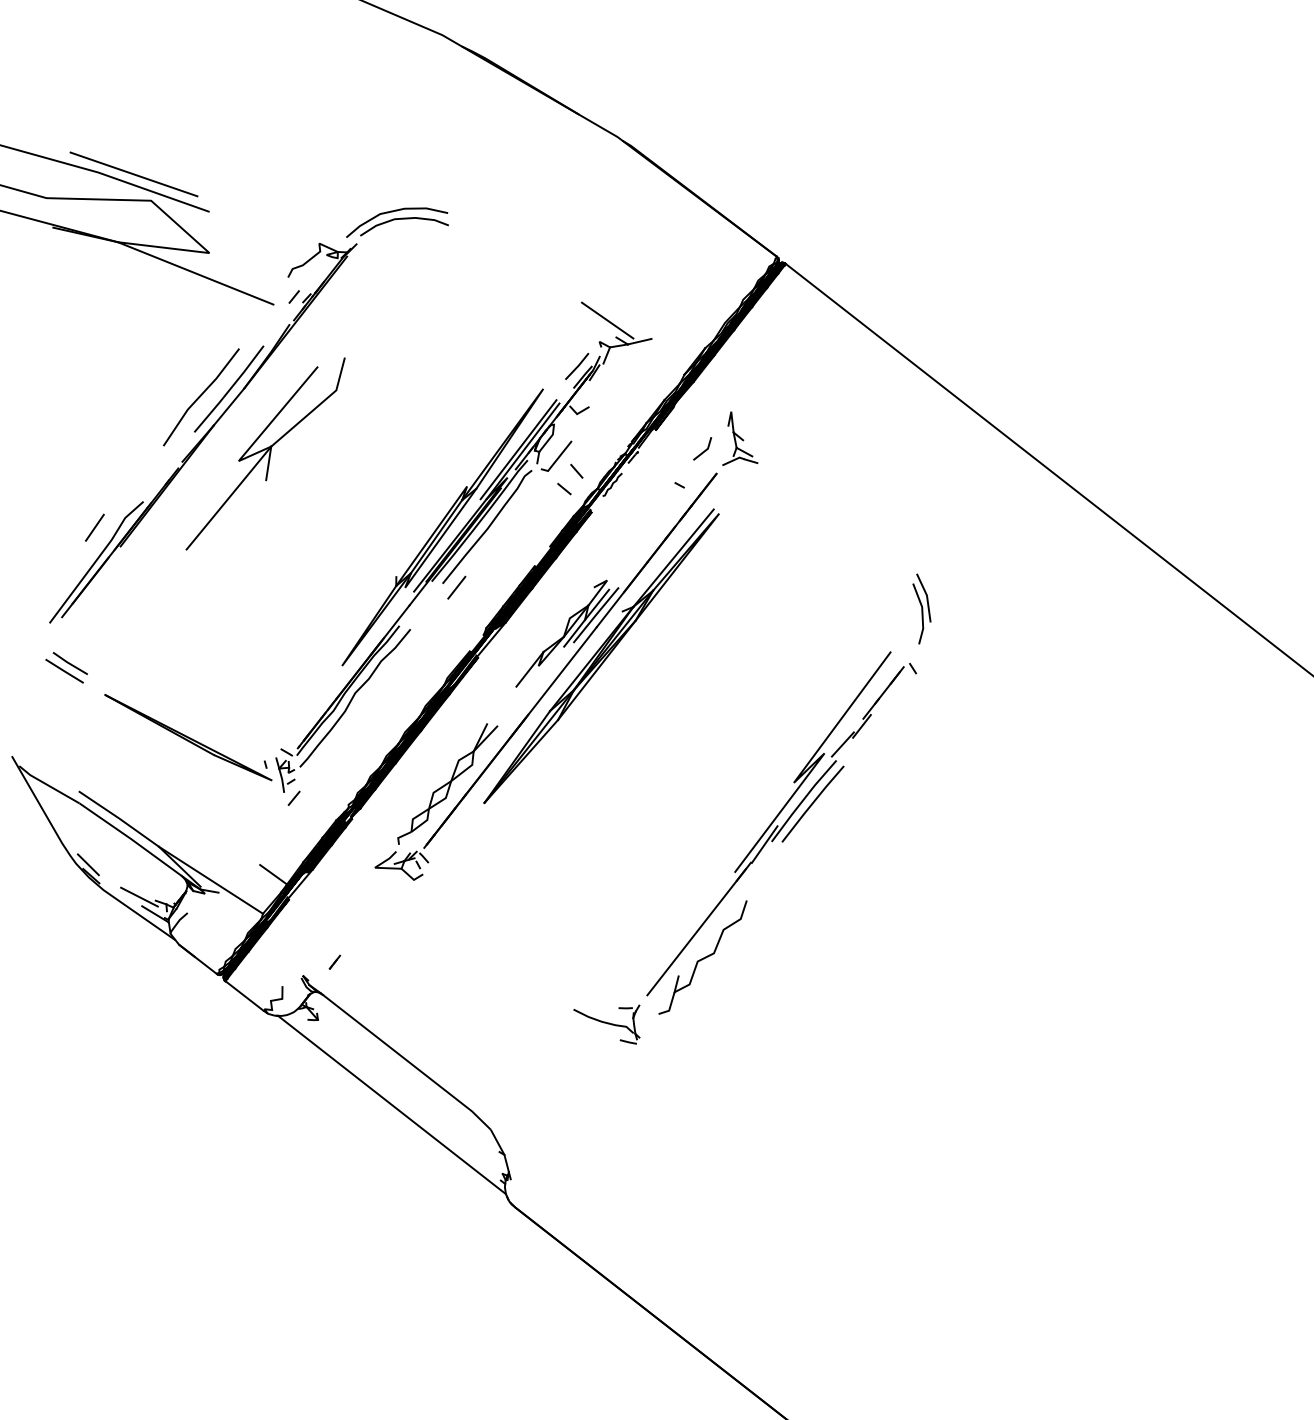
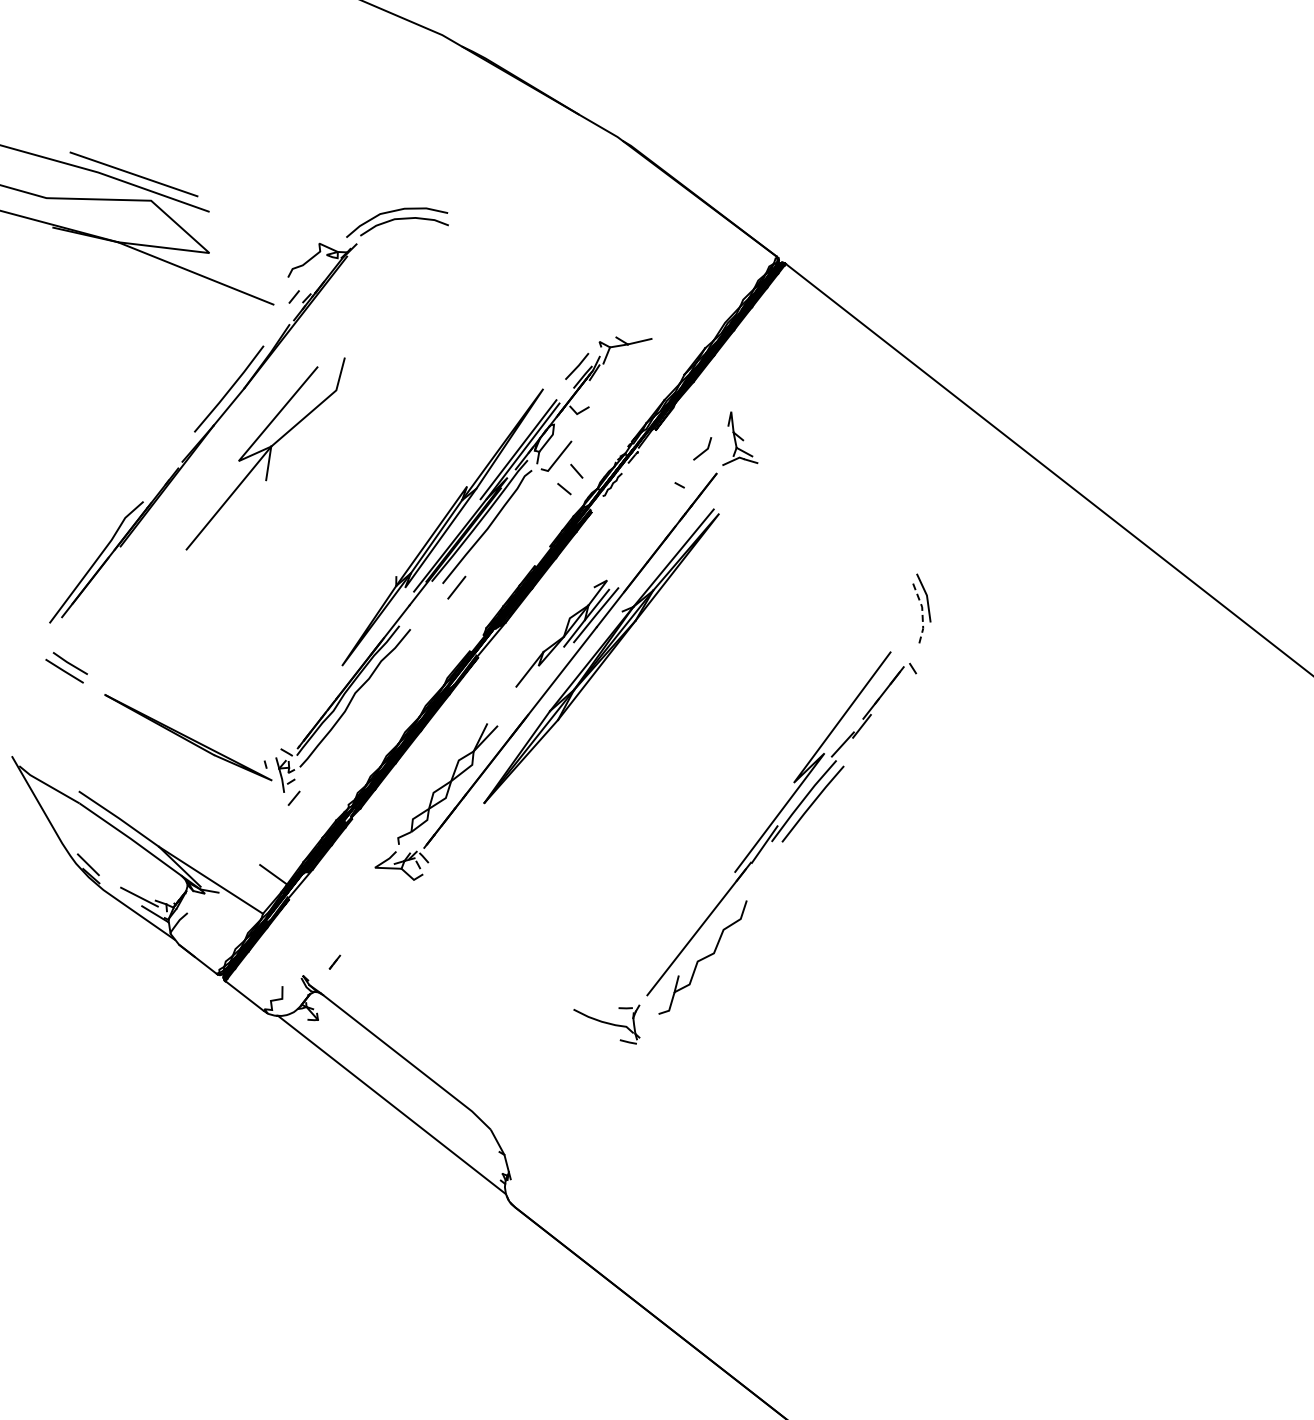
line at (607, 320): present -> none
line at (201, 396): present -> none
line at (94, 527): present -> none
line at (922, 613): solid -> dashed
